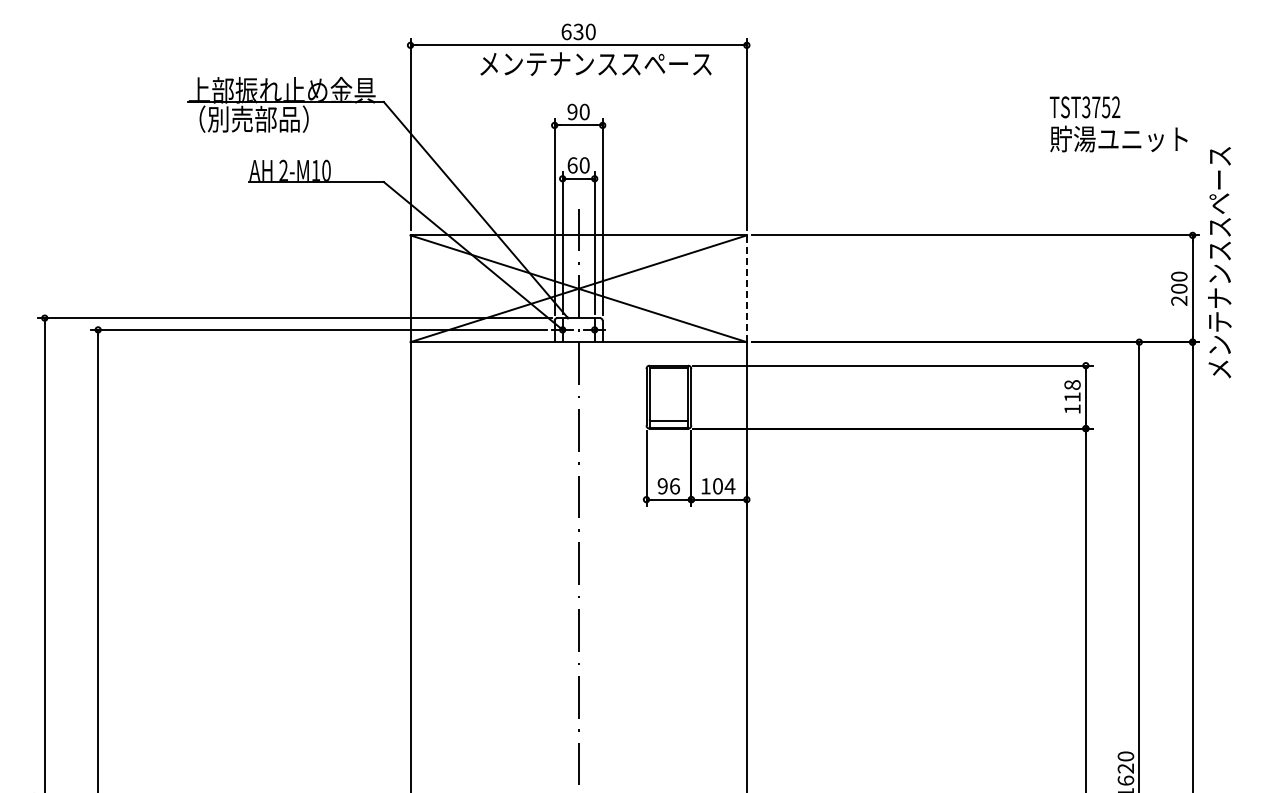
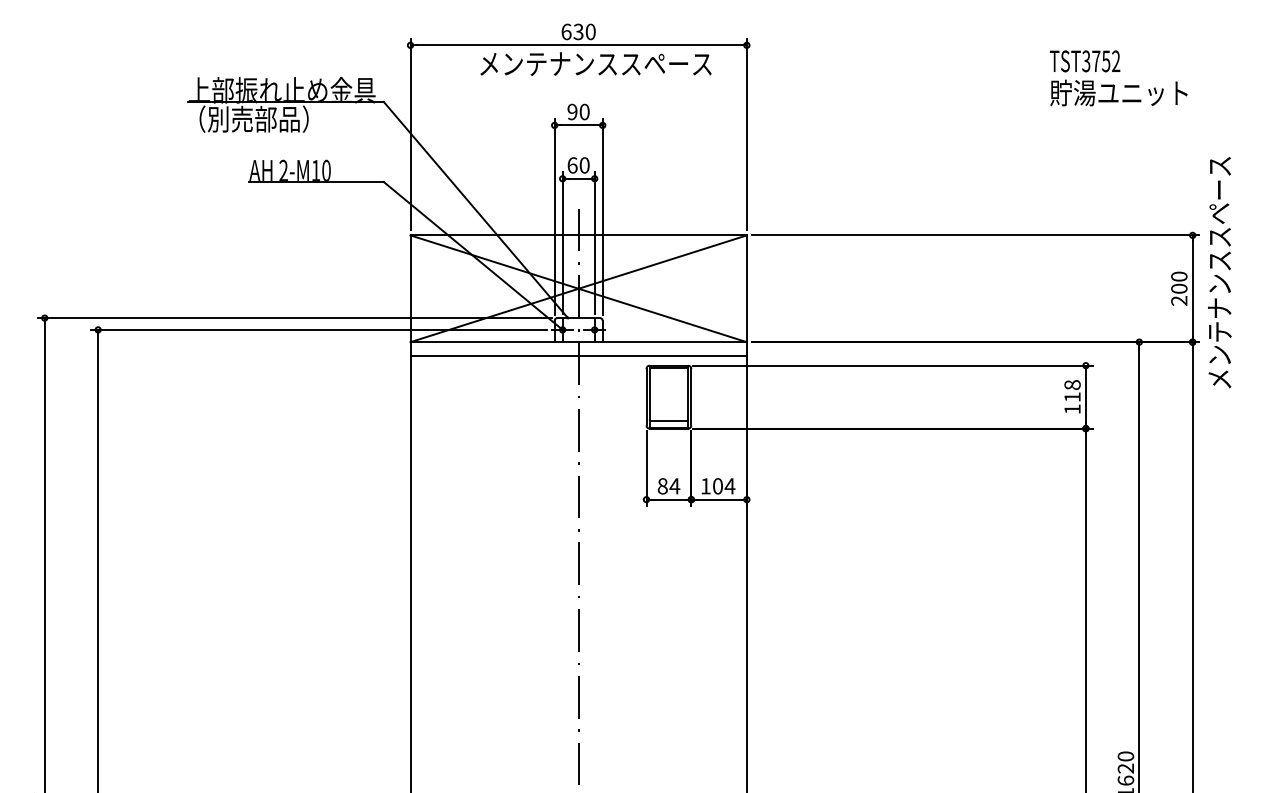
text at (1118, 124) position: (1118, 124) -> (1118, 78)
text at (1219, 262) position: (1219, 262) -> (1219, 272)
line at (746, 288): dashed -> solid
line at (578, 356): none -> present
text at (668, 486): 96 -> 84
